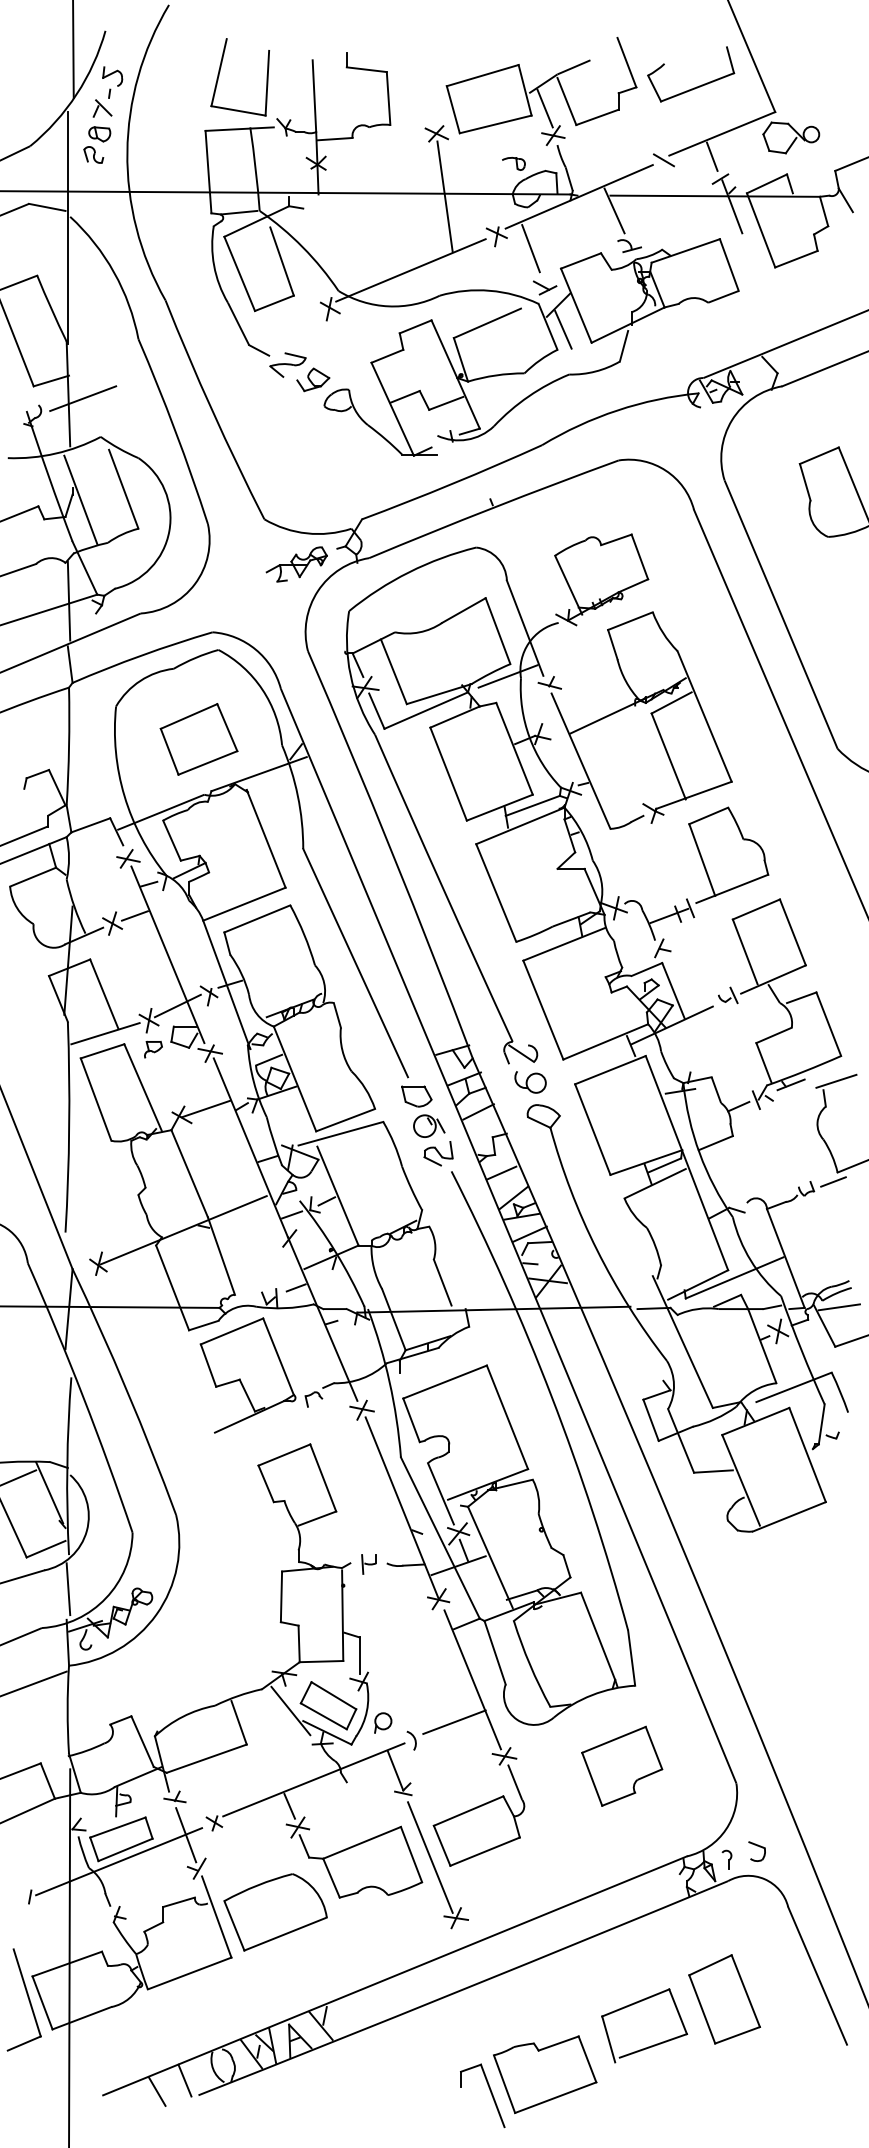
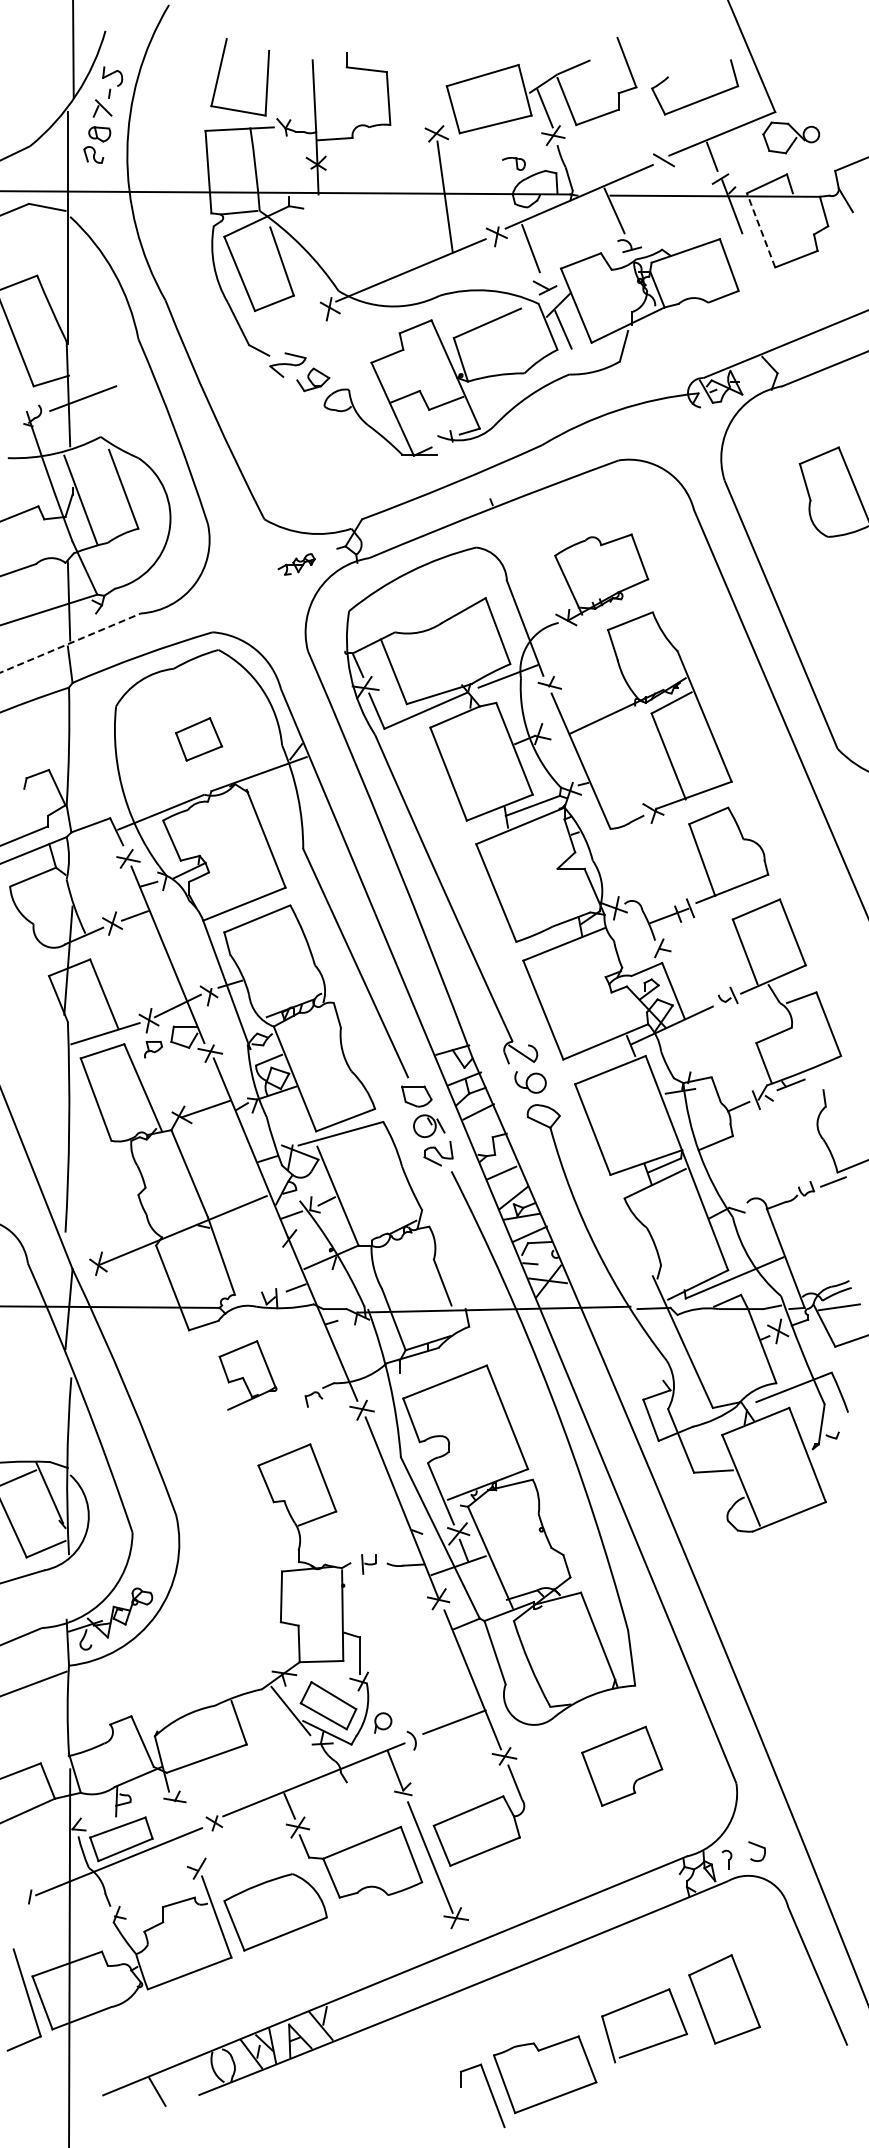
part at (696, 86) position: (696, 86) -> (700, 99)
line at (761, 230): solid -> dashed
part at (296, 564) size: 63x37 px -> 39x23 px
arc at (70, 642): solid -> dashed
part at (198, 739) size: 80x73 px -> 49x45 px
line at (836, 1080): present -> none
part at (247, 1375) size: 98x117 px -> 60x71 px
line at (68, 1589): present -> none
line at (186, 1835): present -> none
line at (184, 2080): present -> none
